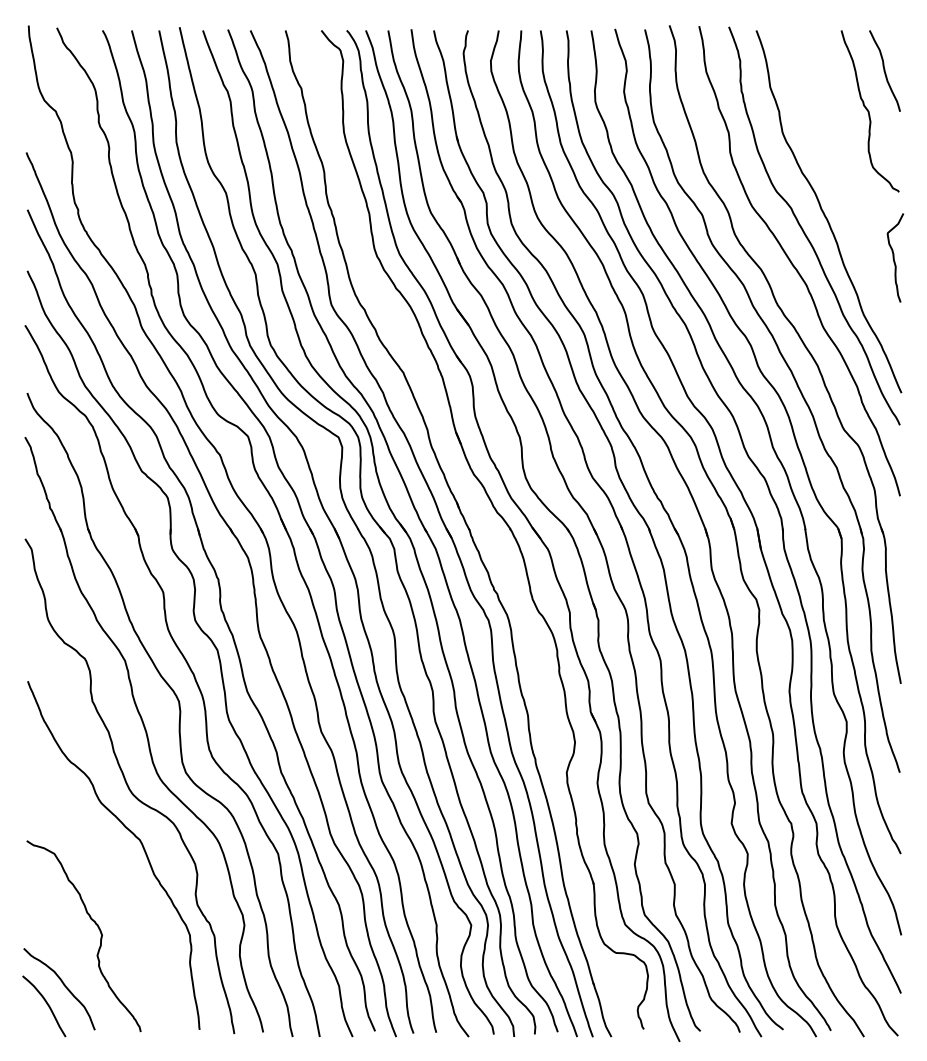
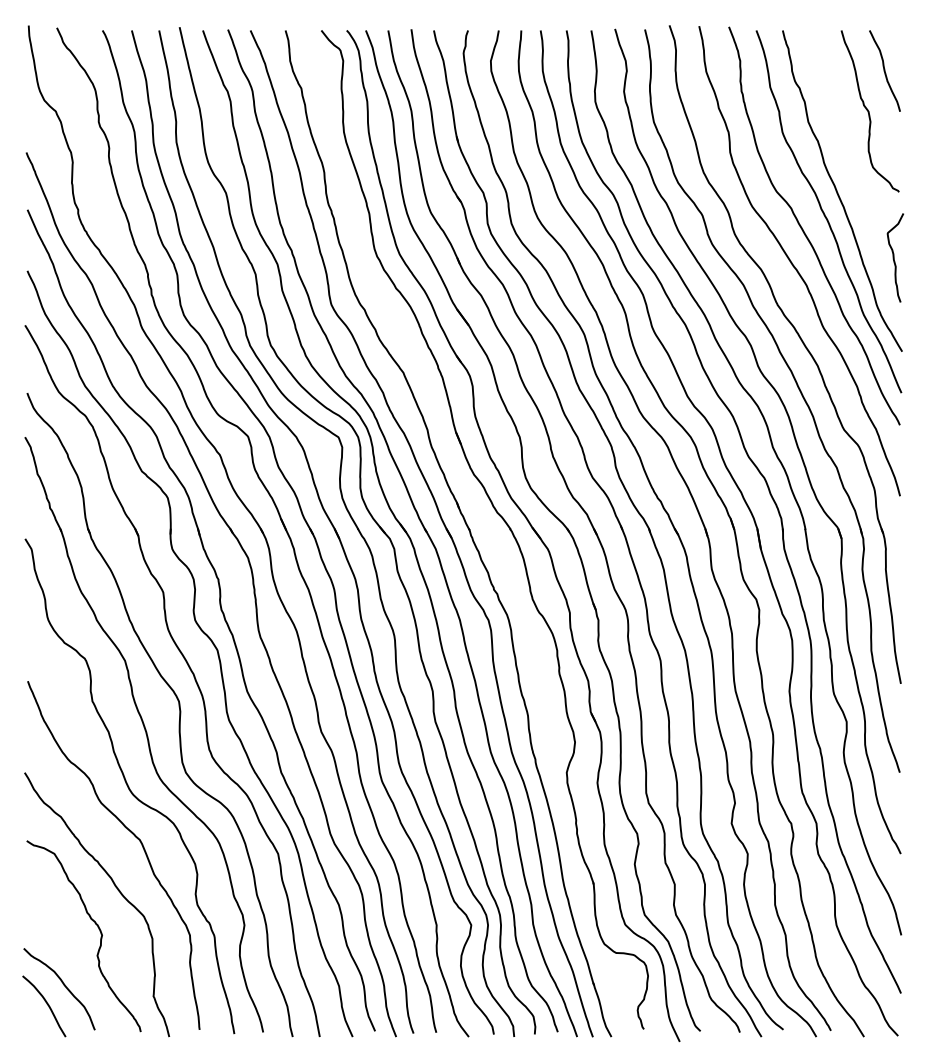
curve at (838, 192): none -> present
curve at (117, 890): none -> present
